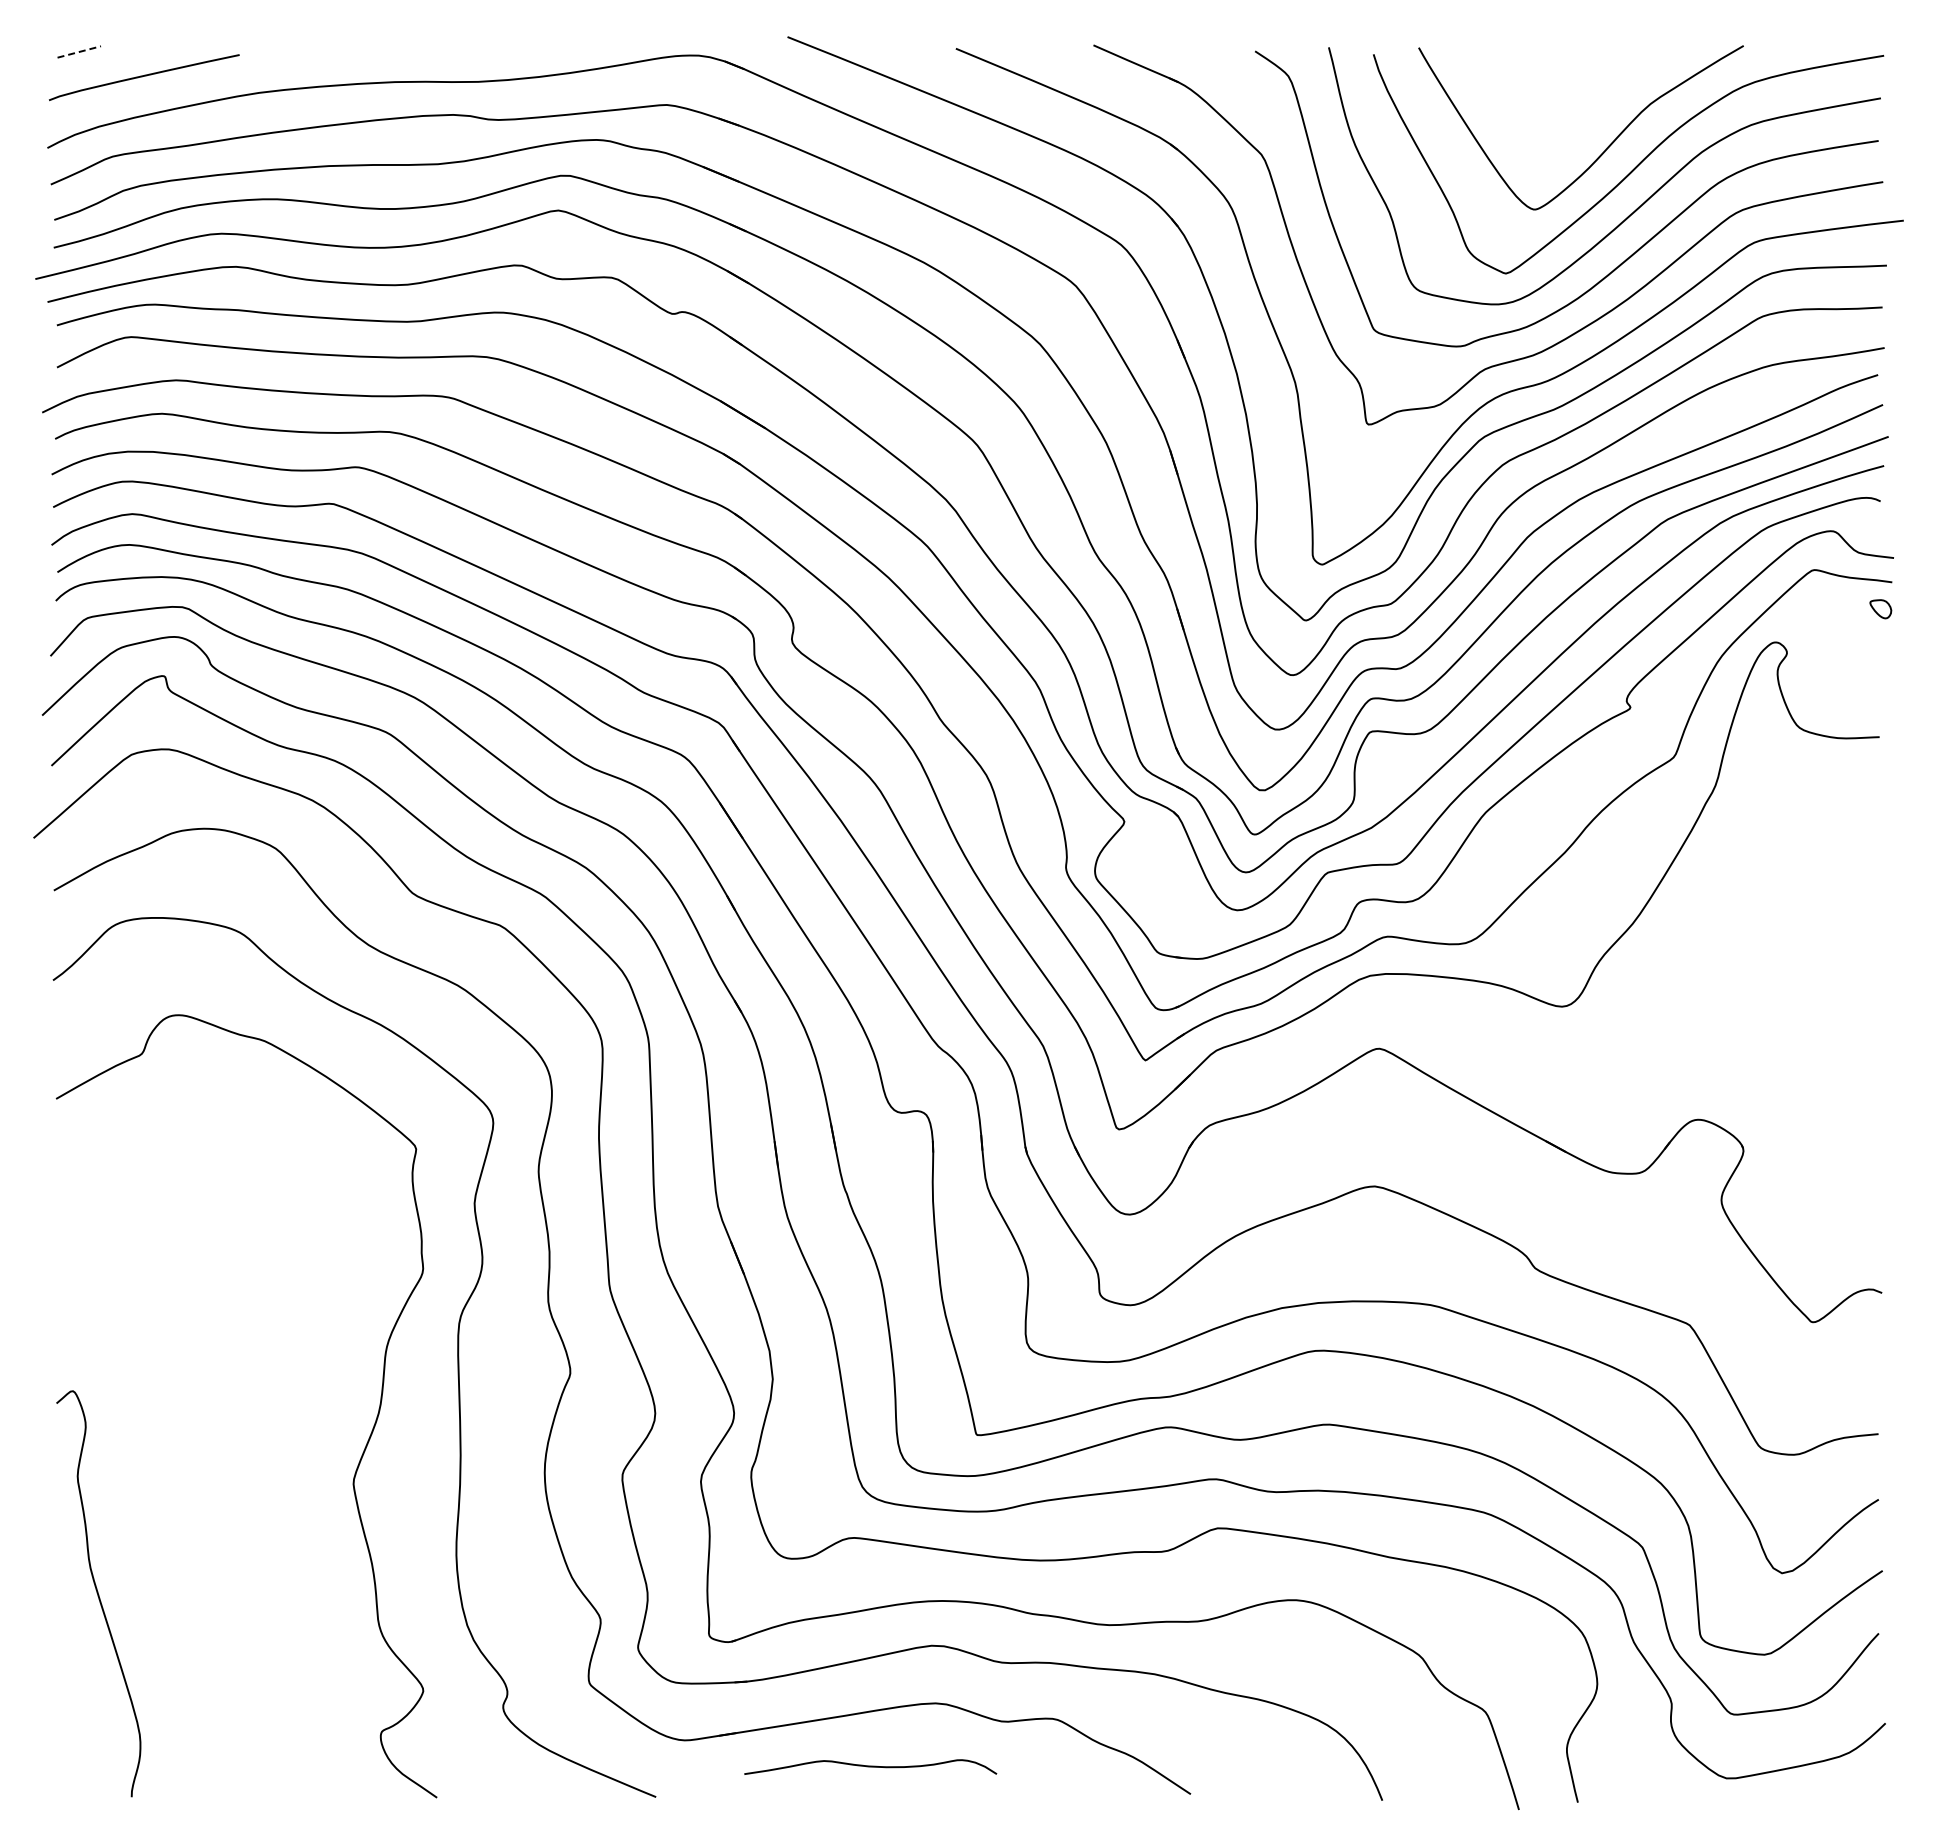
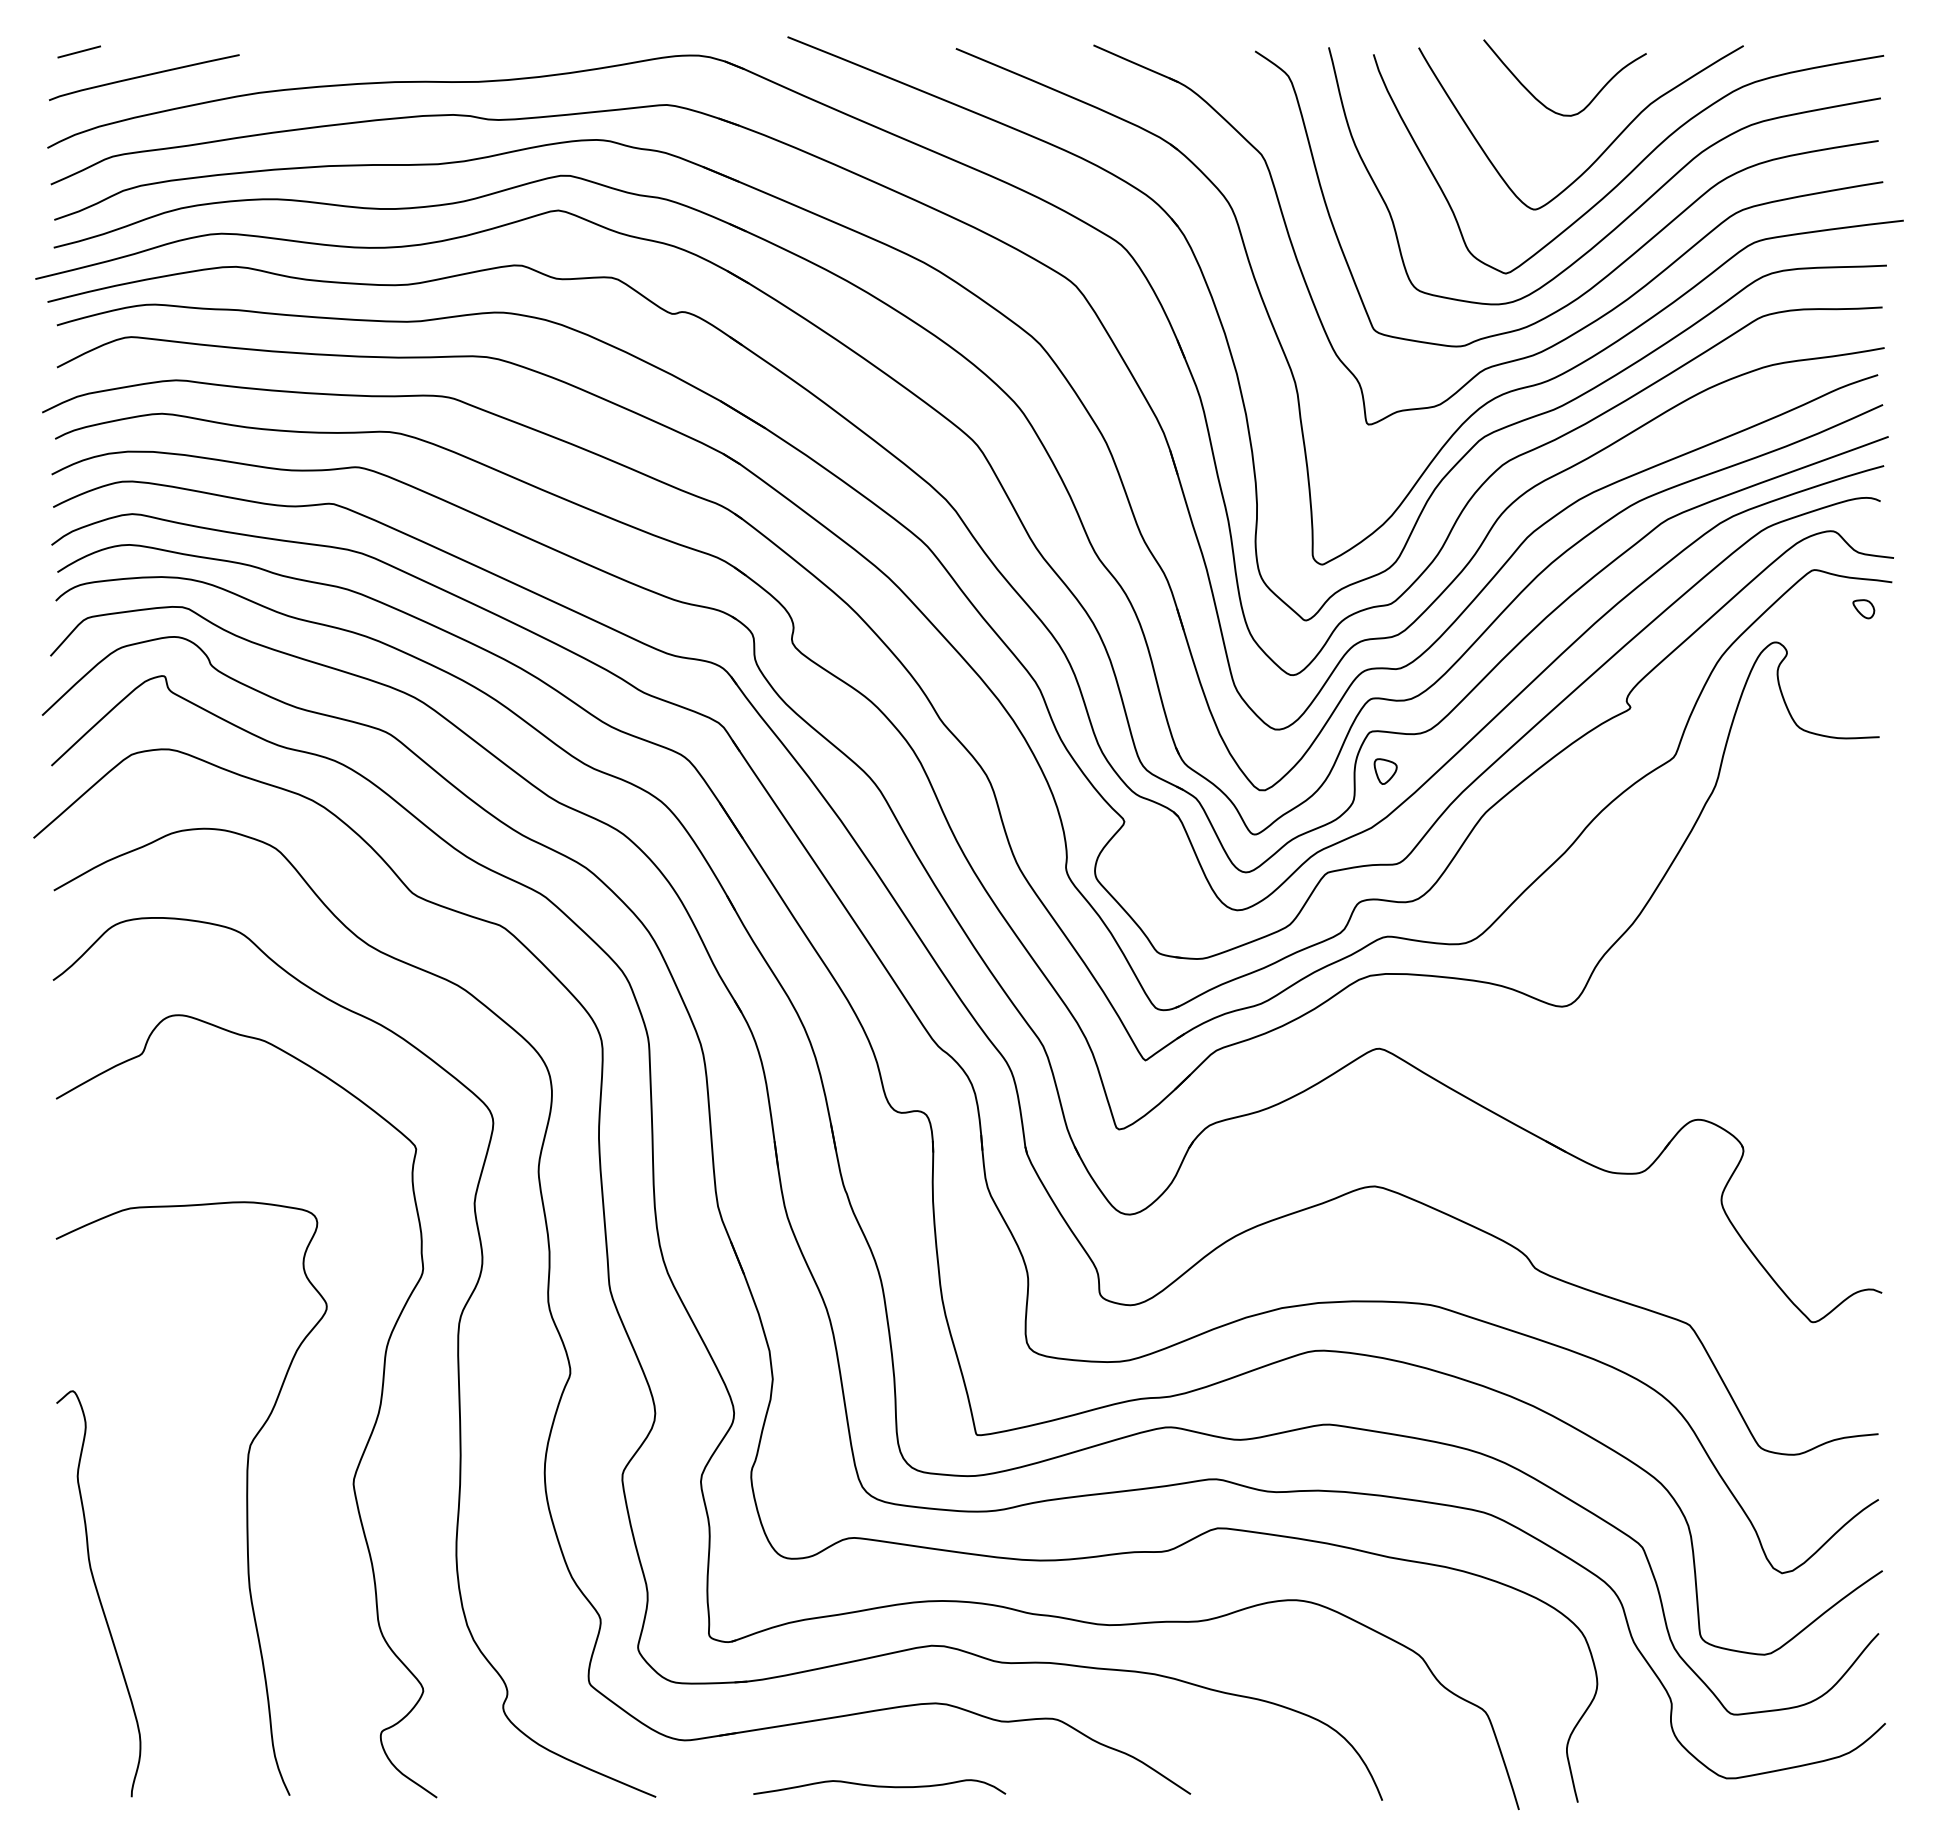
line at (79, 51): dashed -> solid
curve at (1543, 103): none -> present
part at (1880, 609) position: (1880, 609) -> (1863, 609)
part at (1385, 771): none -> present
curve at (246, 1498): none -> present
curve at (870, 1766) position: (870, 1766) -> (879, 1786)
